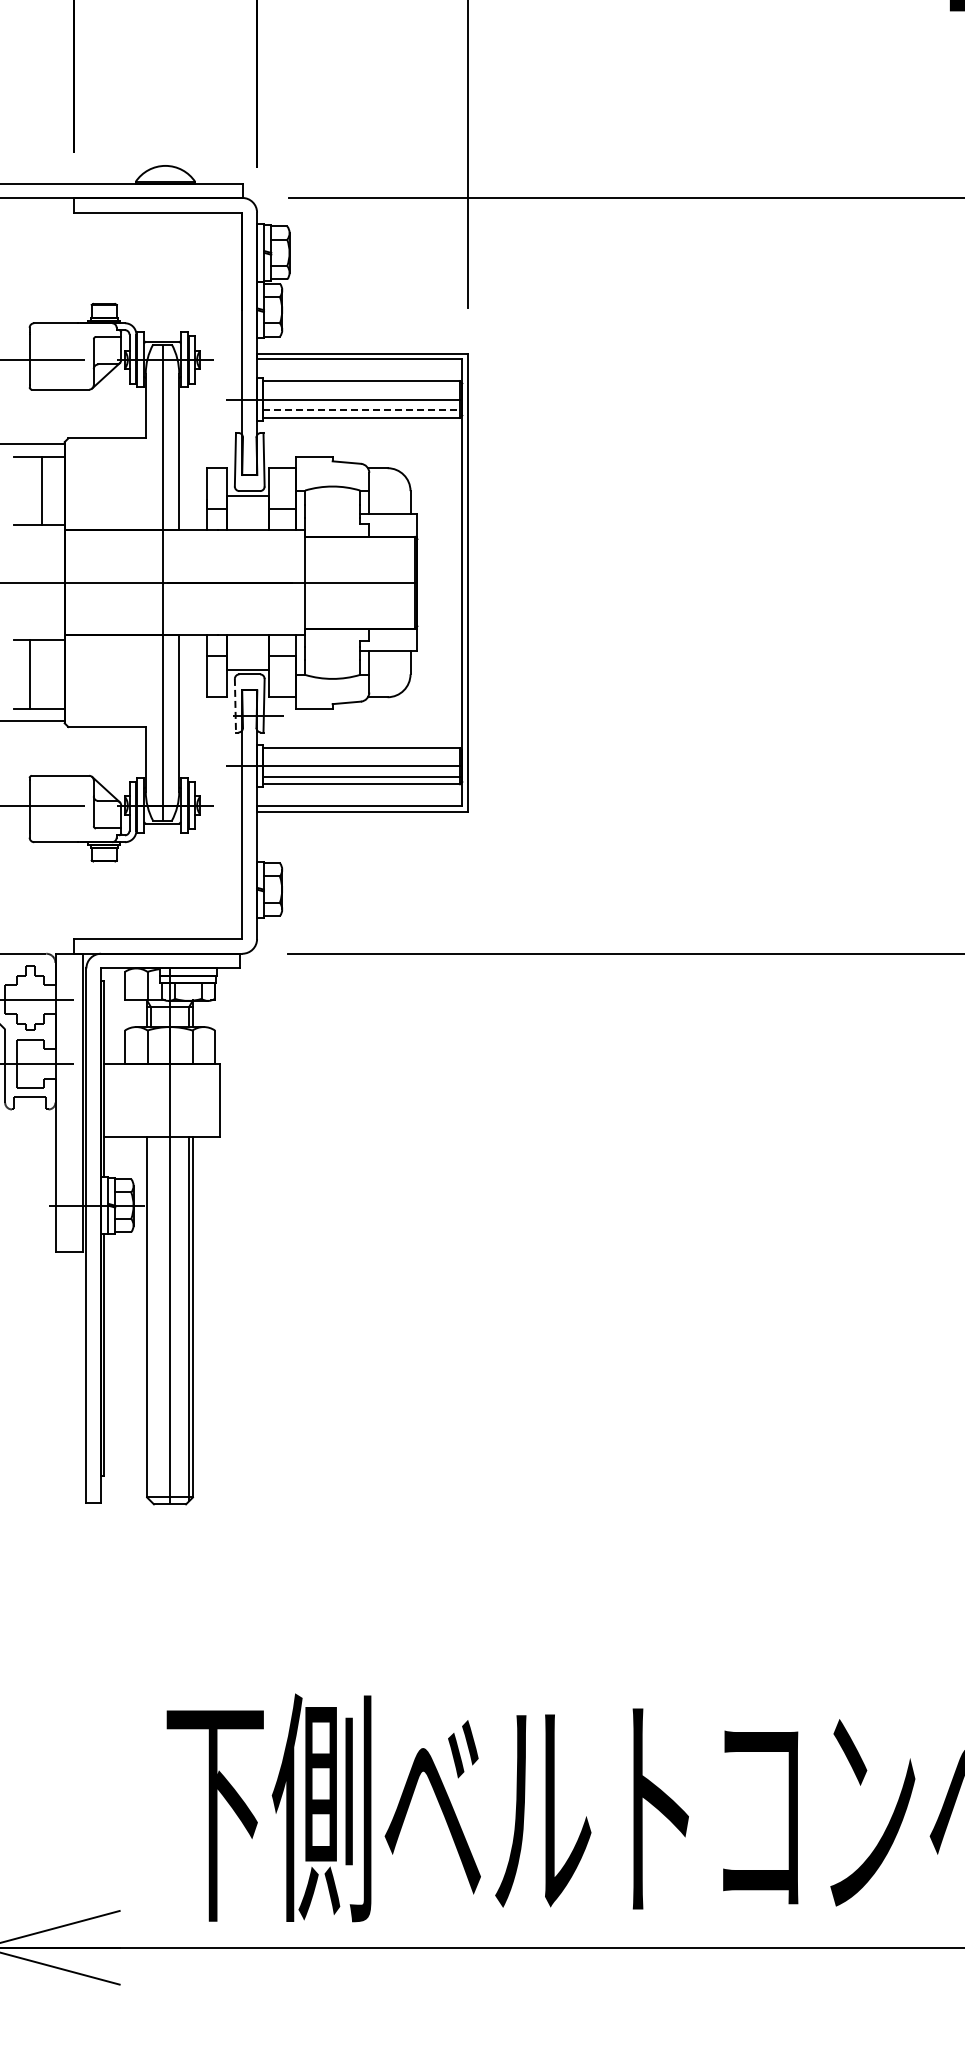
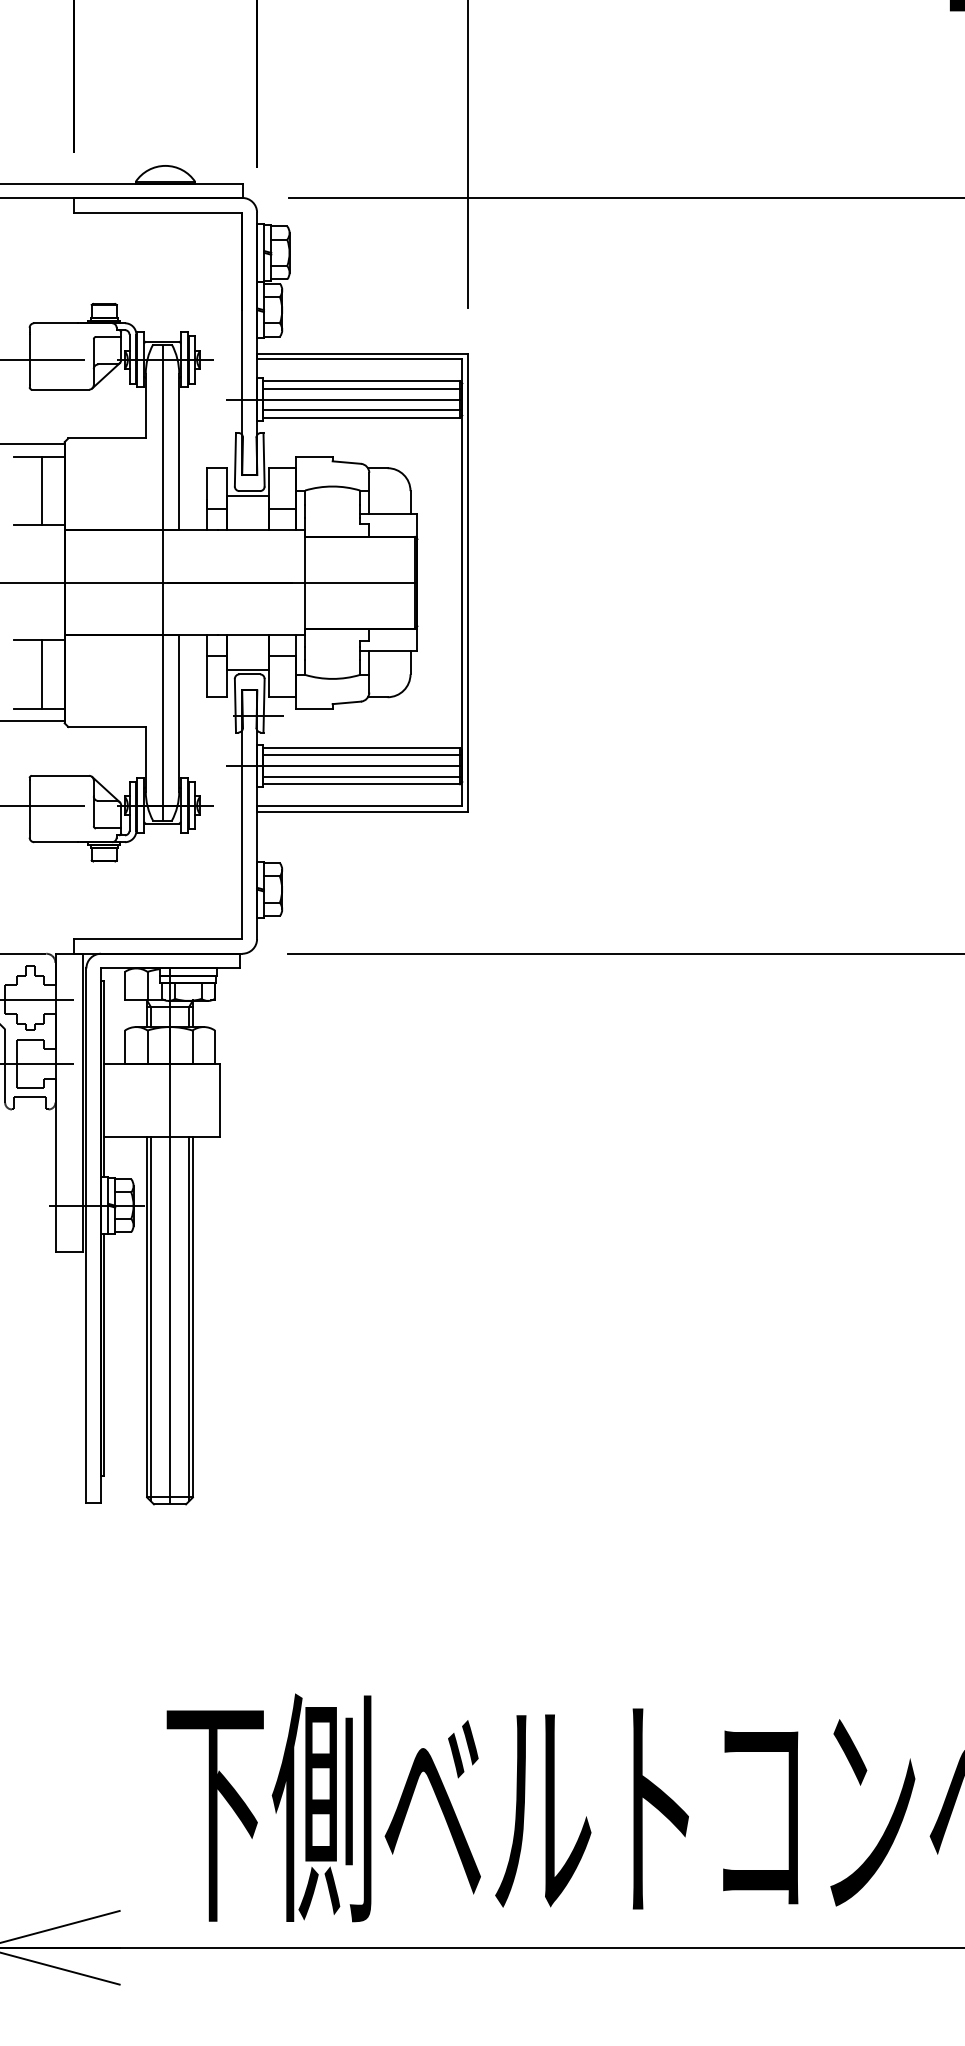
line at (362, 388): none -> present
line at (362, 410): dashed -> solid
line at (29, 673) position: (29, 673) -> (41, 673)
line at (235, 705): dashed -> solid
line at (362, 755): none -> present
line at (150, 1318): none -> present
